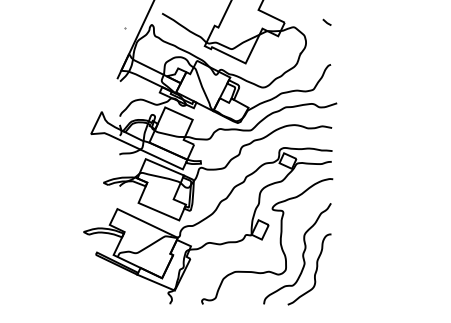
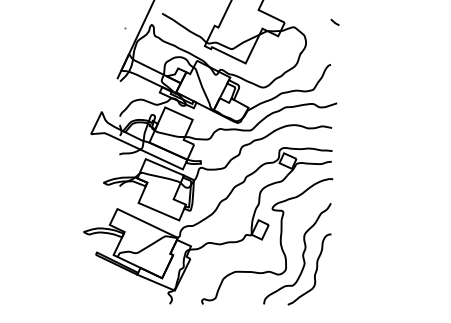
line at (326, 21) position: (326, 21) -> (334, 21)
